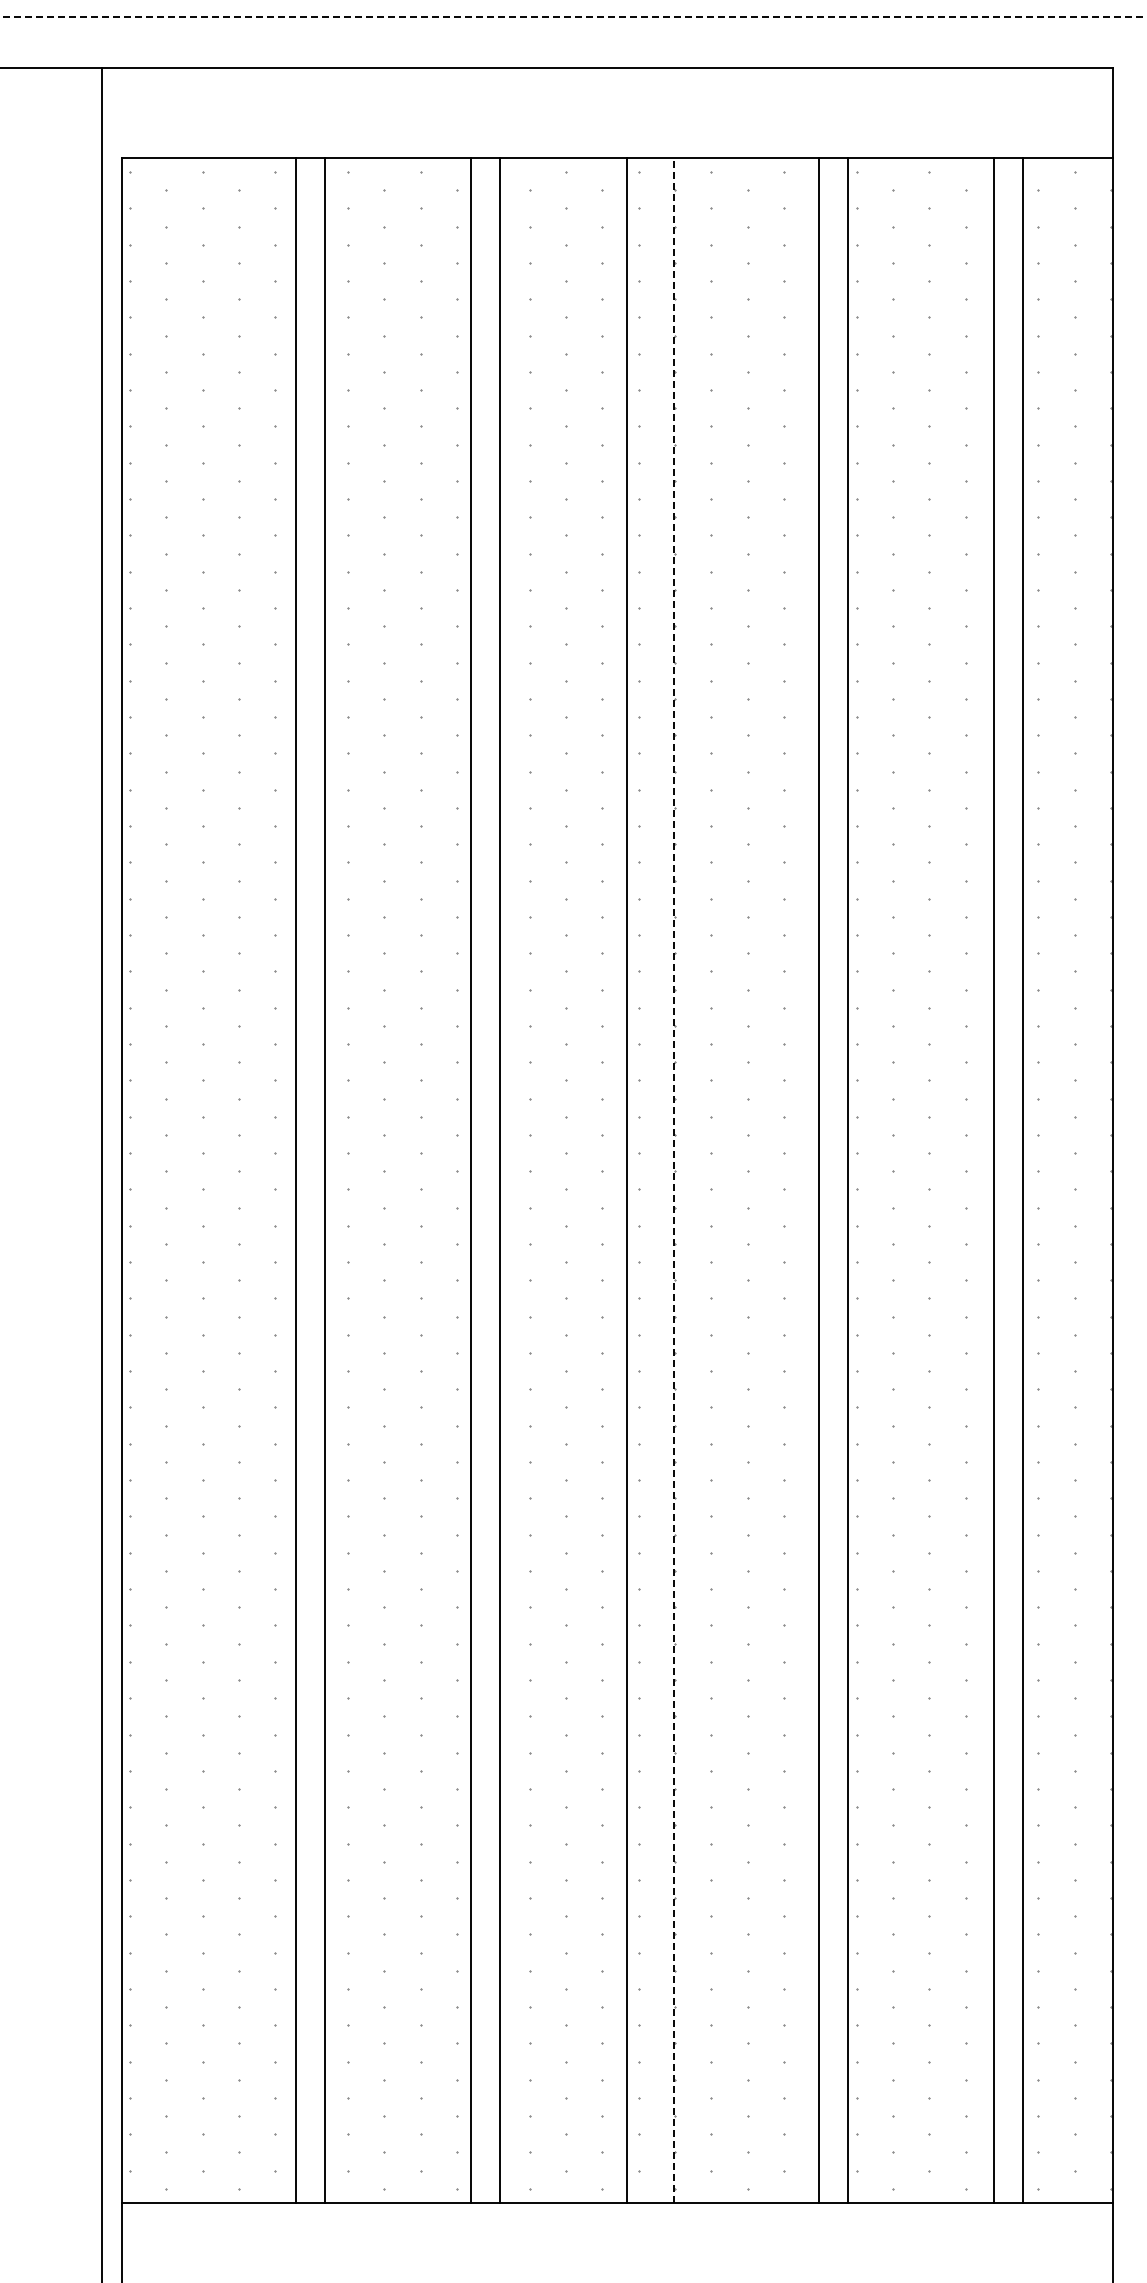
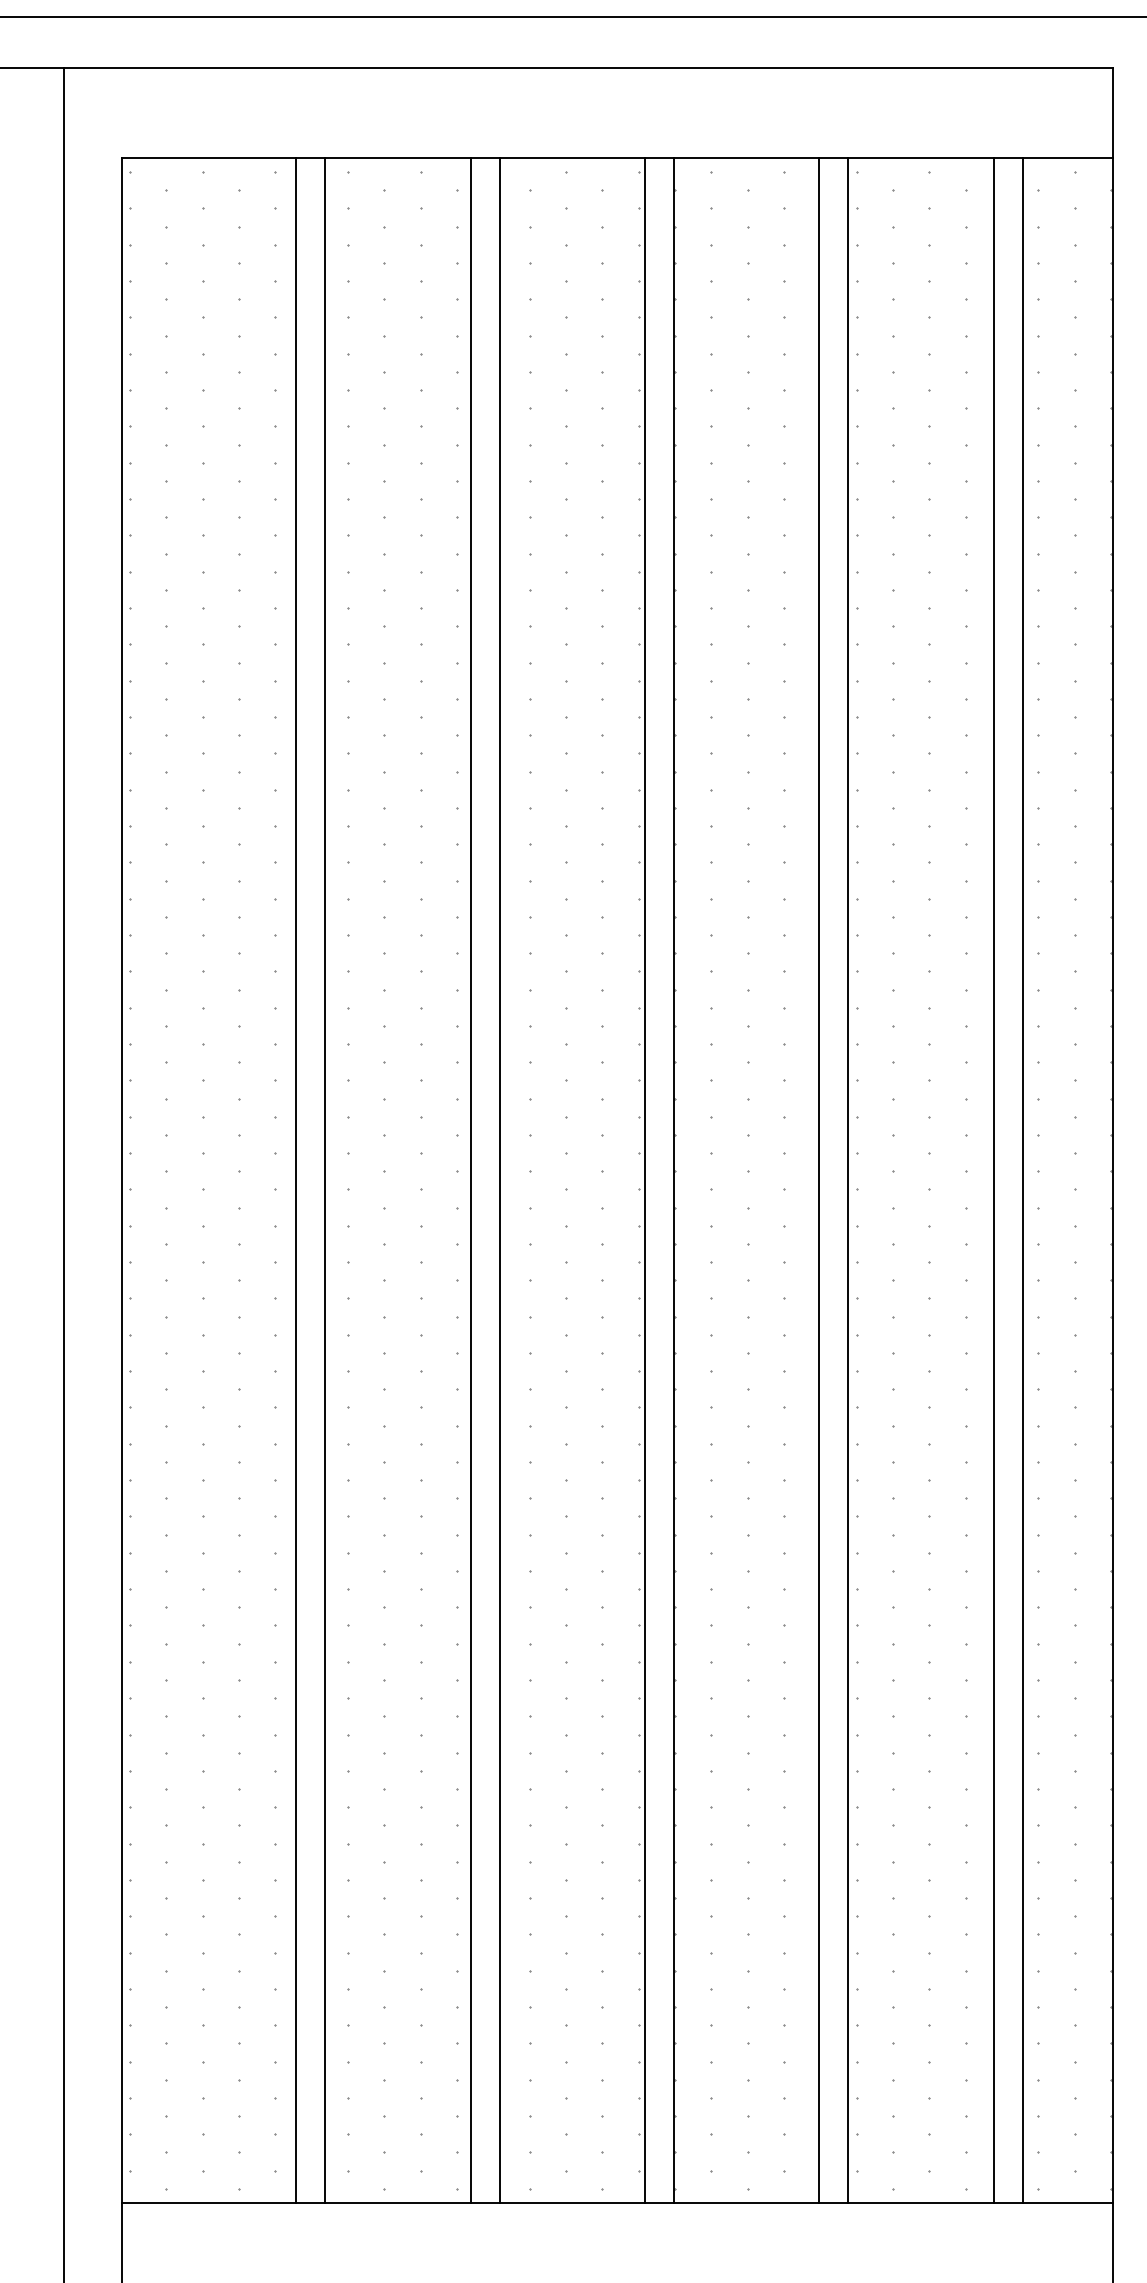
line at (573, 16): dashed -> solid
line at (101, 1173) position: (101, 1173) -> (63, 1173)
line at (626, 1179) position: (626, 1179) -> (644, 1179)
line at (674, 1180): dashed -> solid
